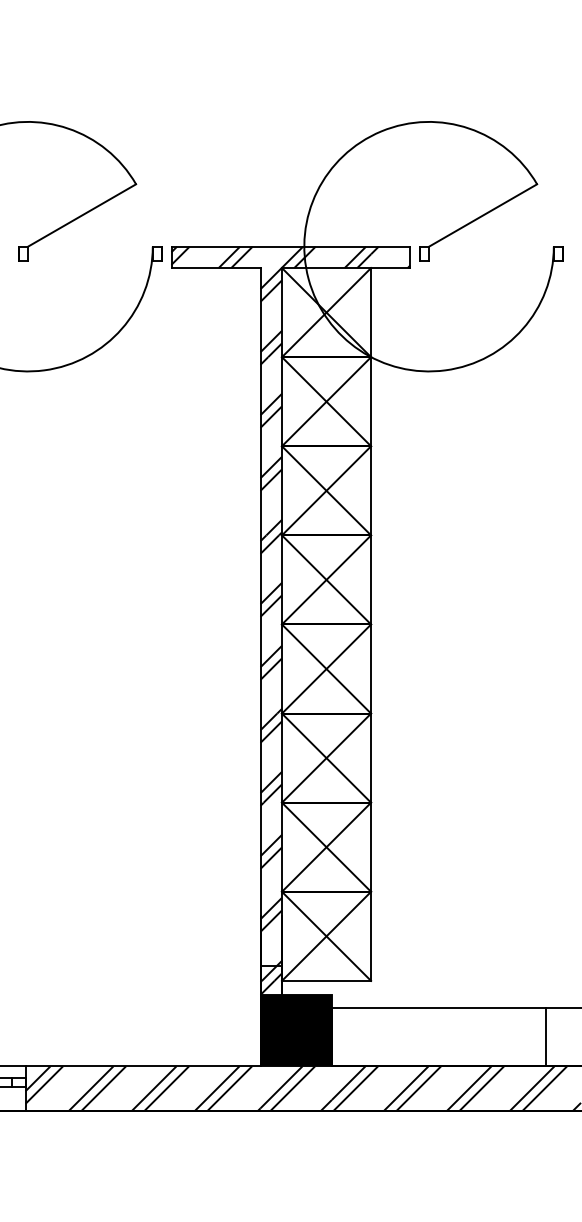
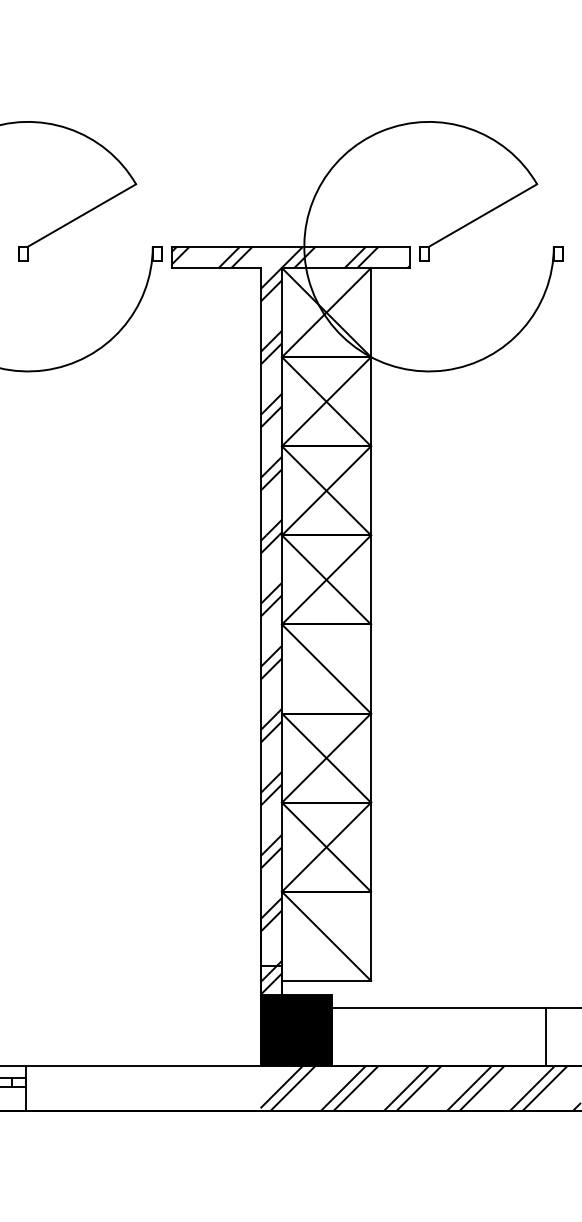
line at (326, 668): present -> none
line at (326, 935): present -> none
hatch at (142, 1088): present -> none
